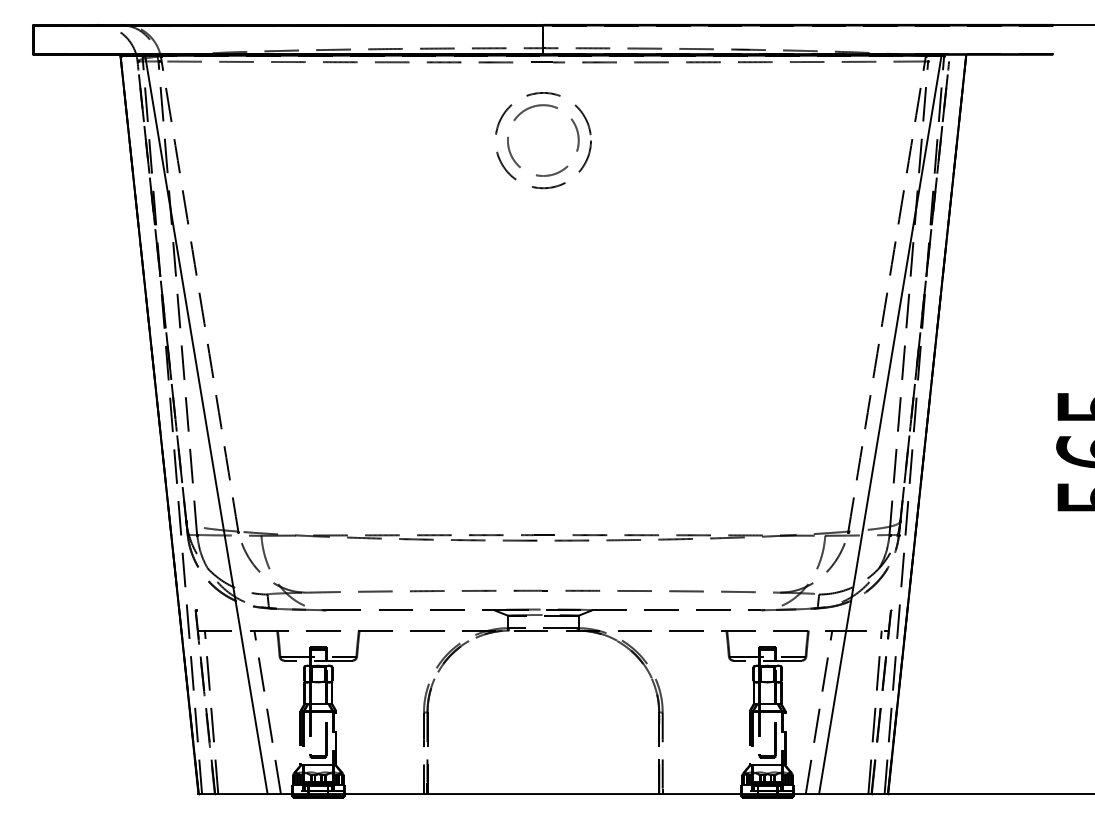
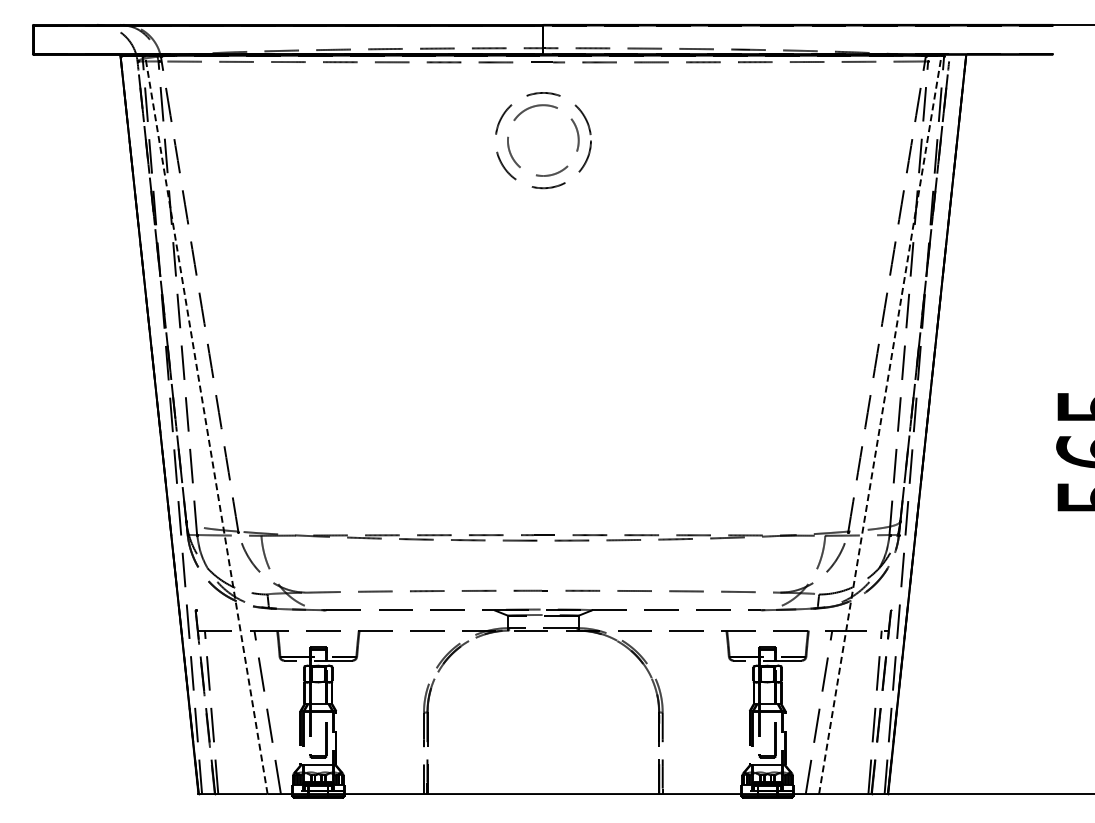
line at (206, 424): solid -> dashed
line at (880, 424): solid -> dashed
